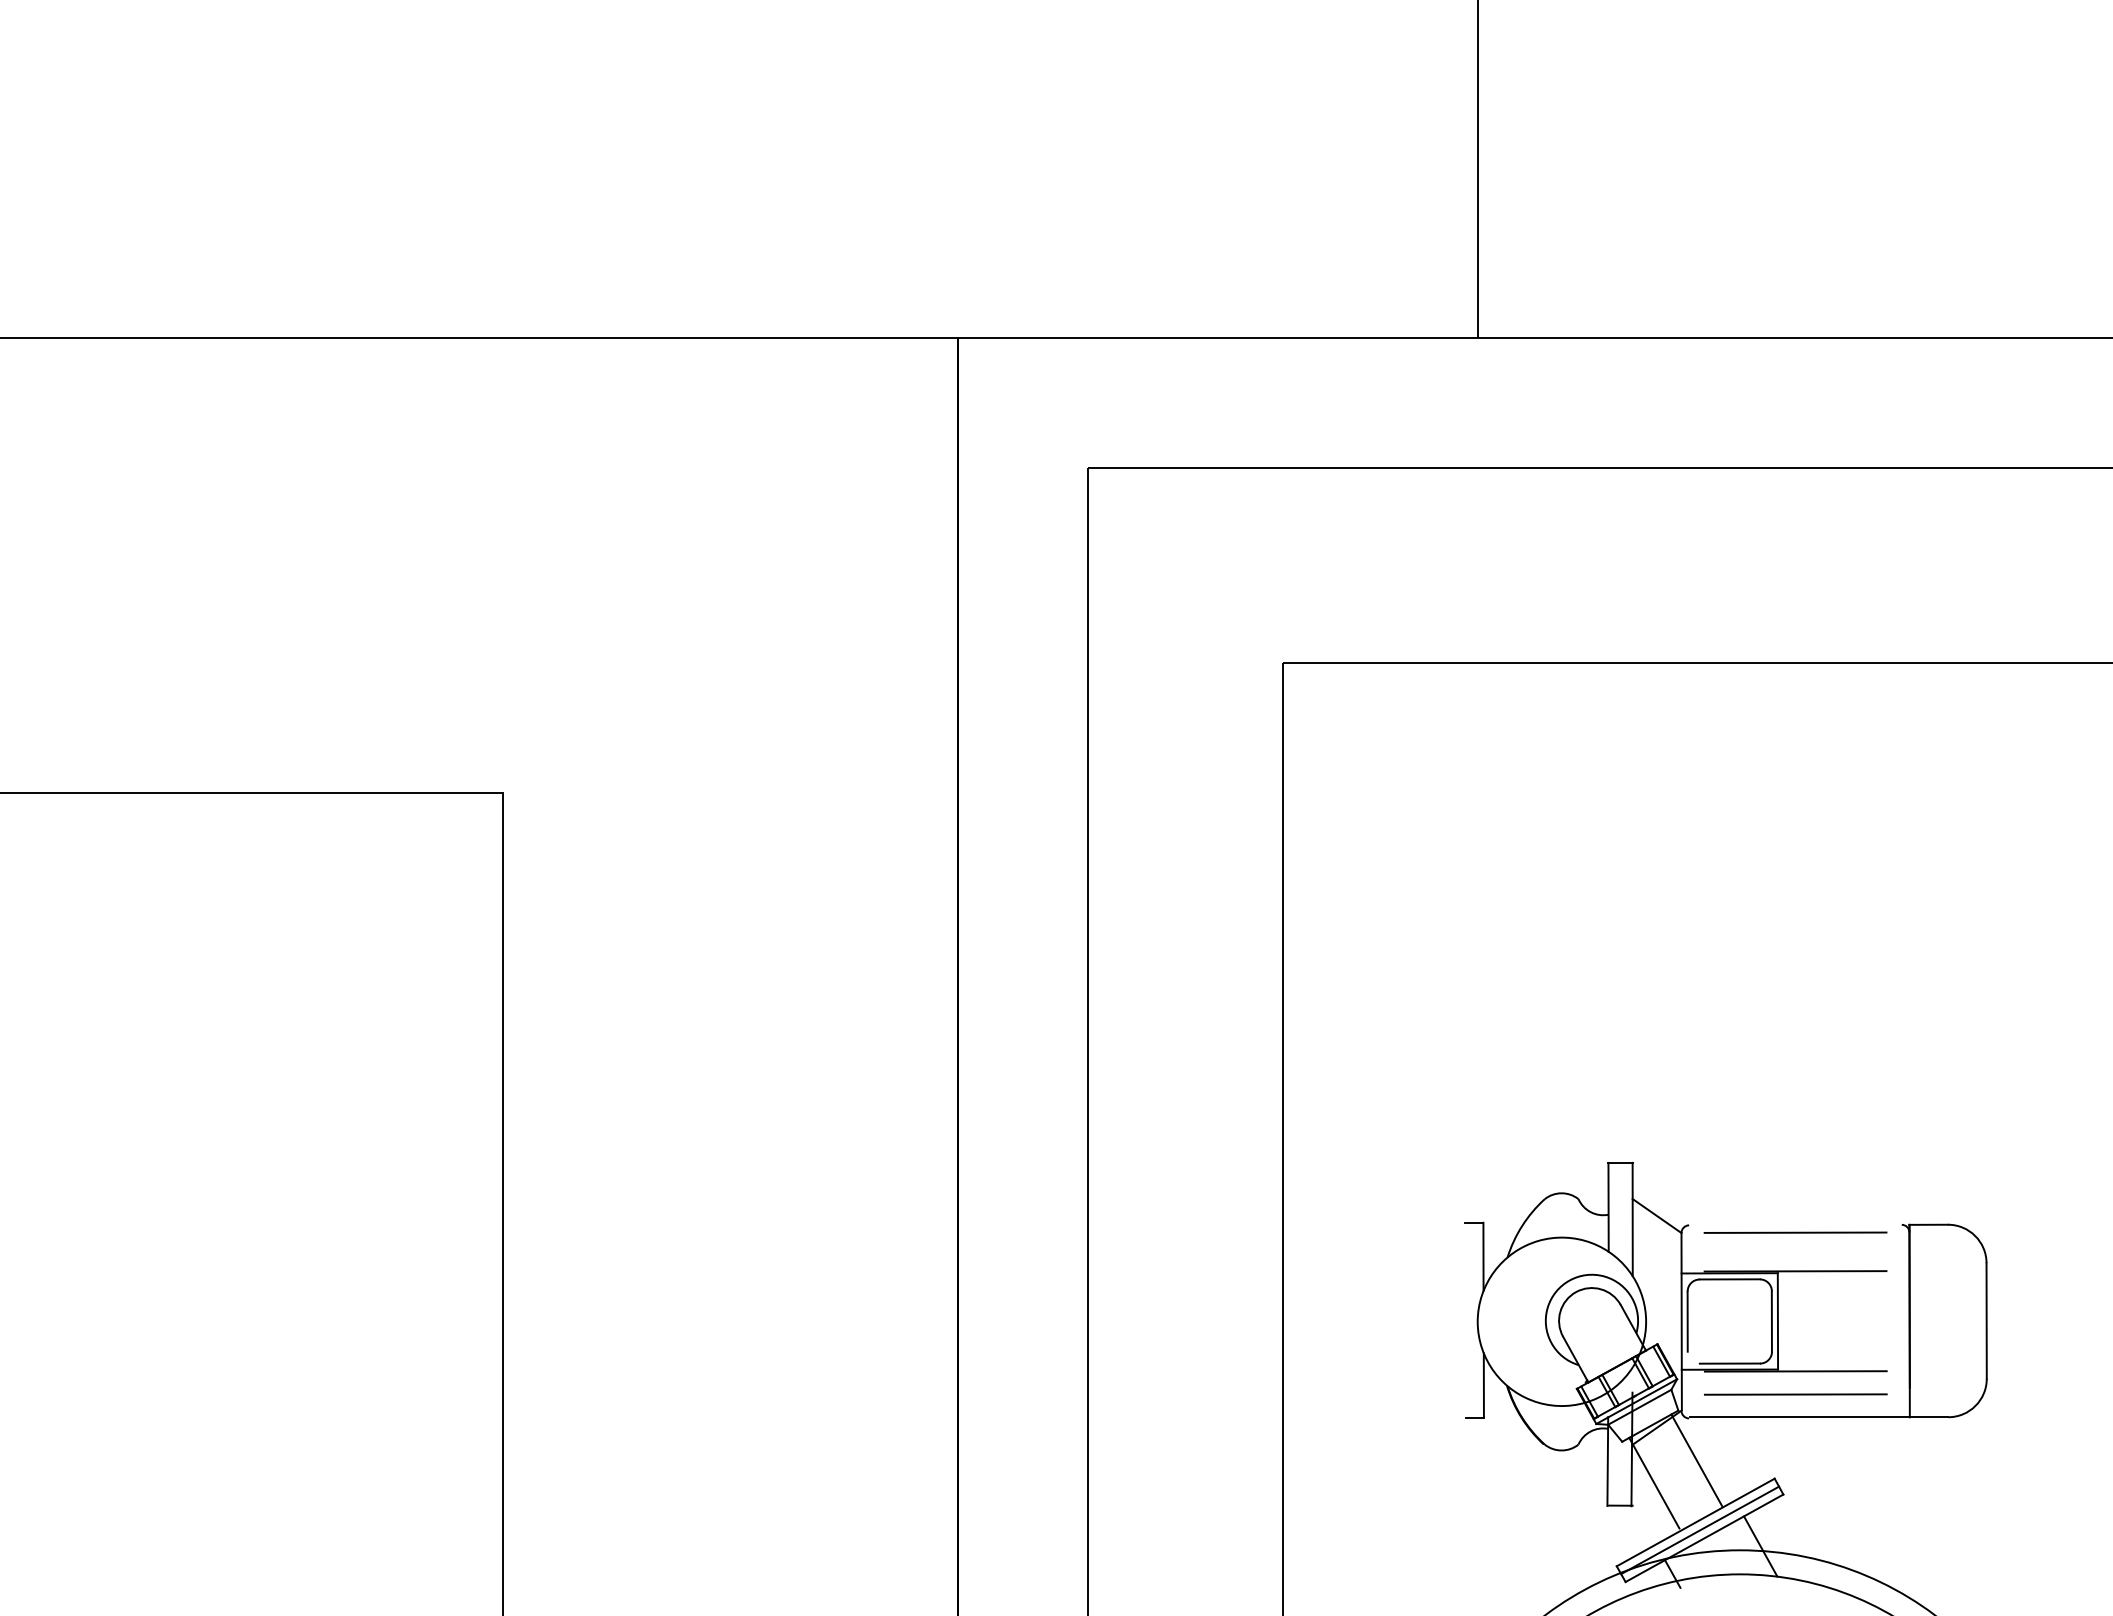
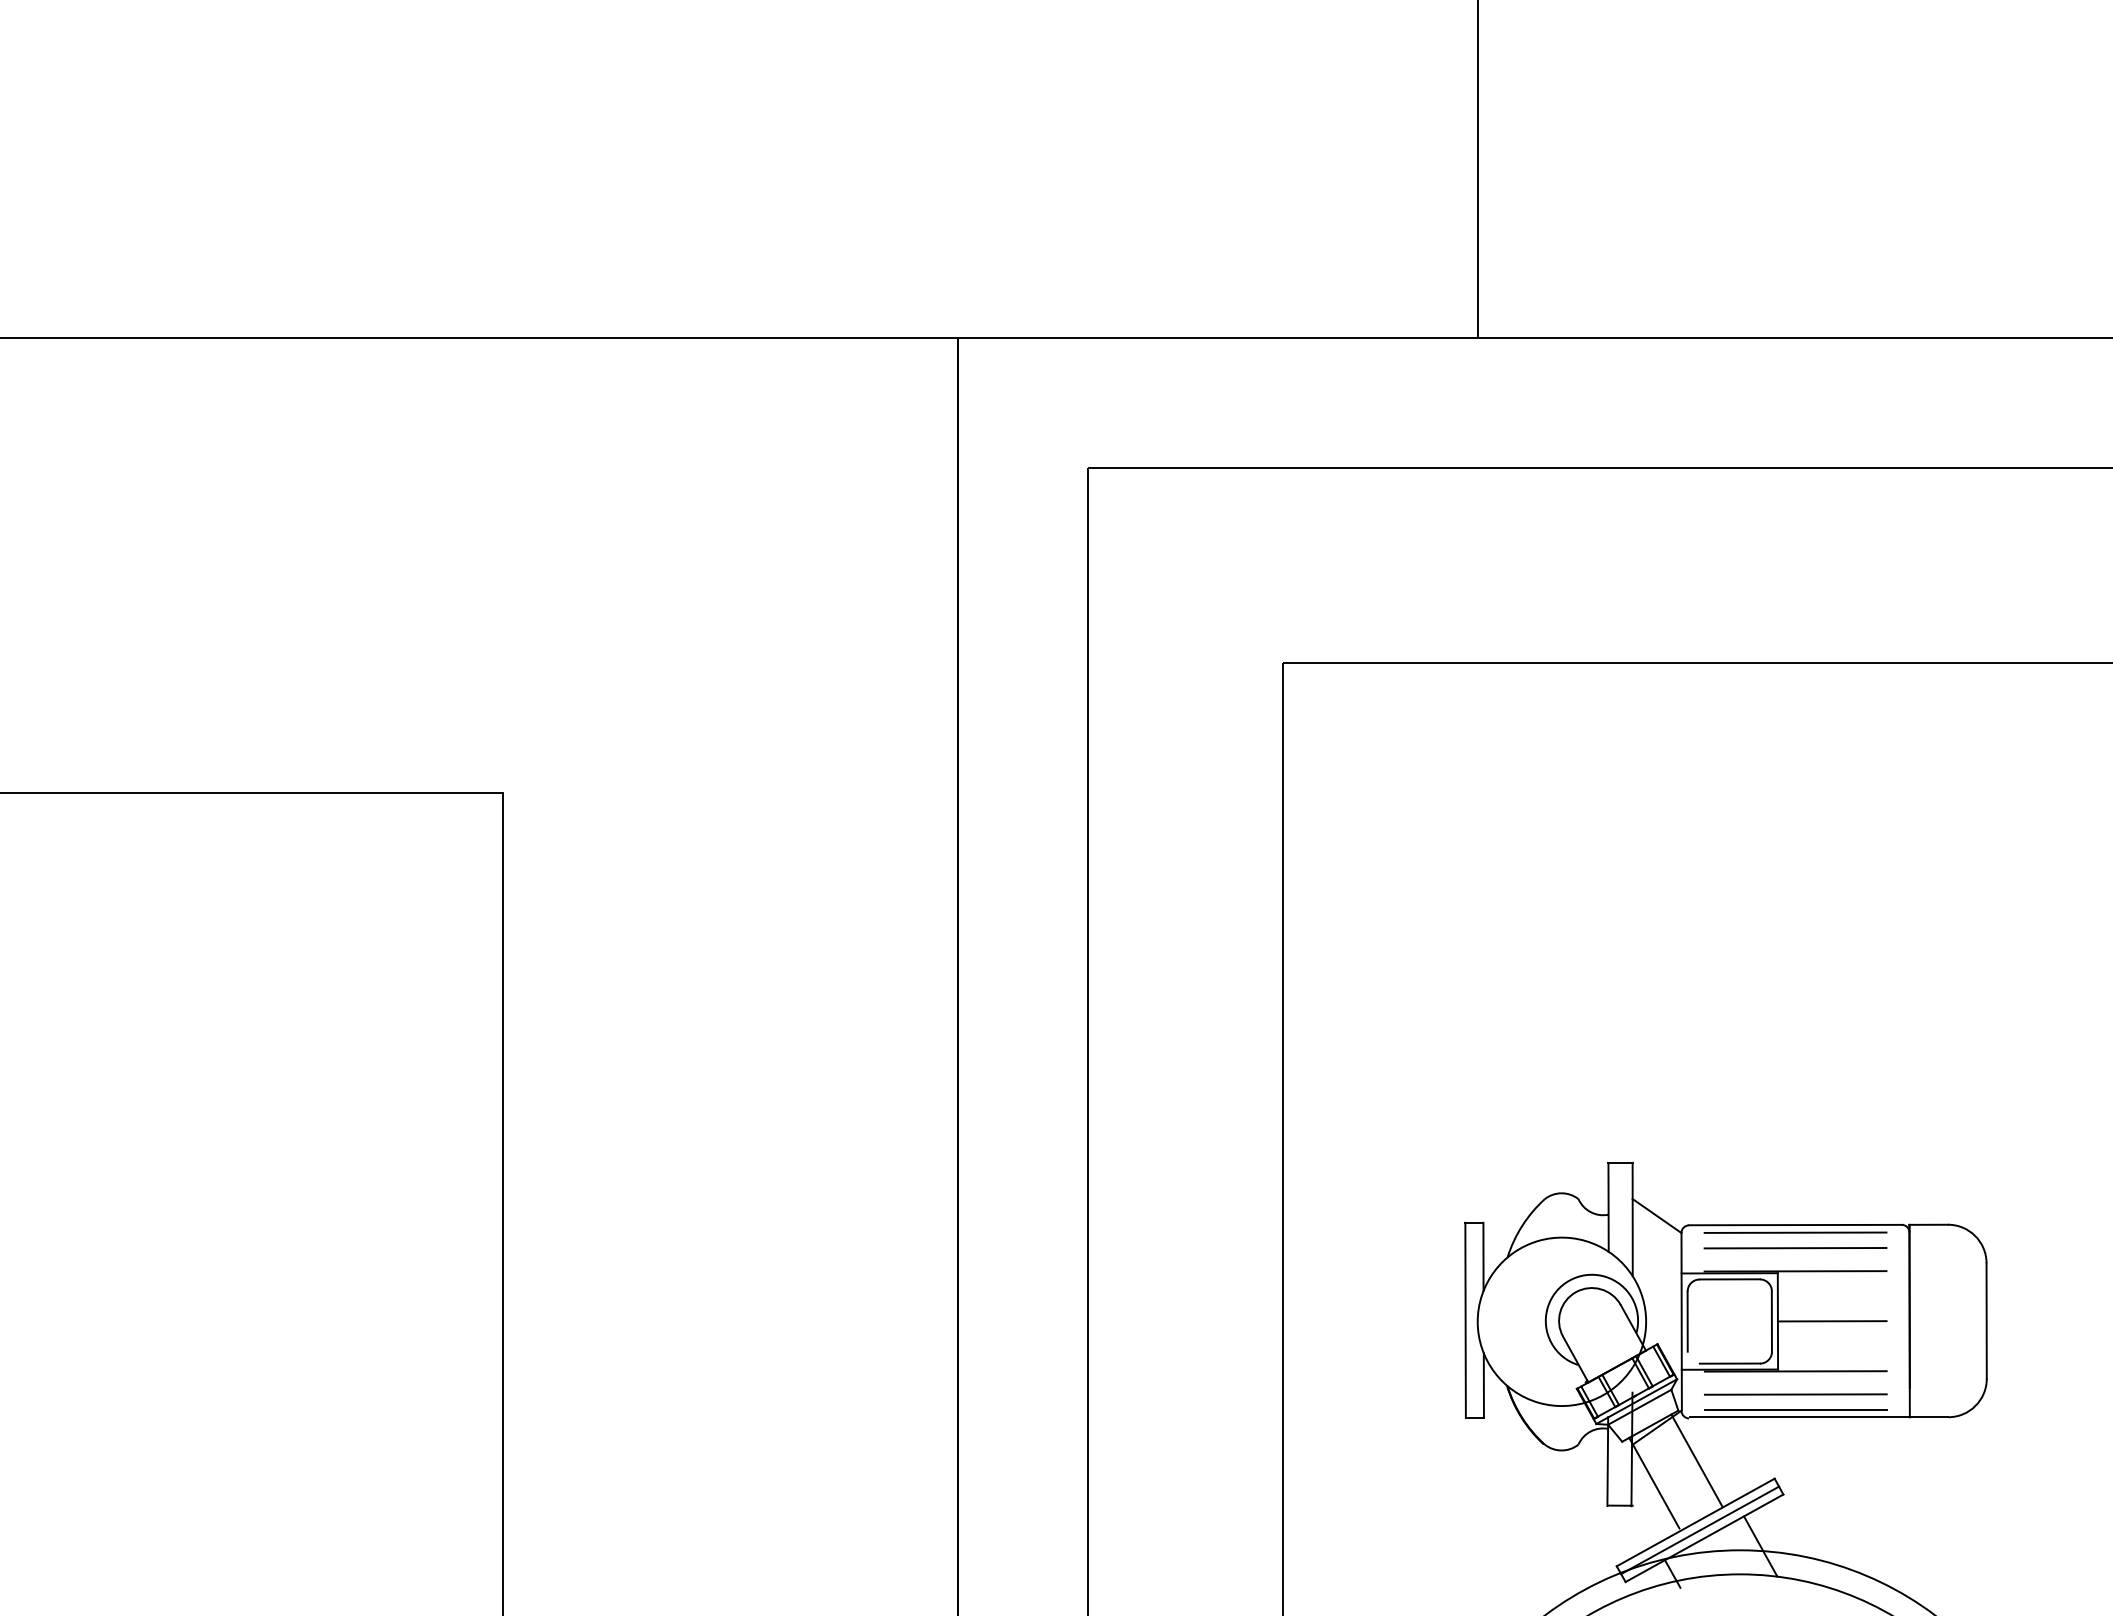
line at (1795, 1224): none -> present
line at (1795, 1248): none -> present
line at (1465, 1319): none -> present
line at (1831, 1321): none -> present
line at (1795, 1409): none -> present
